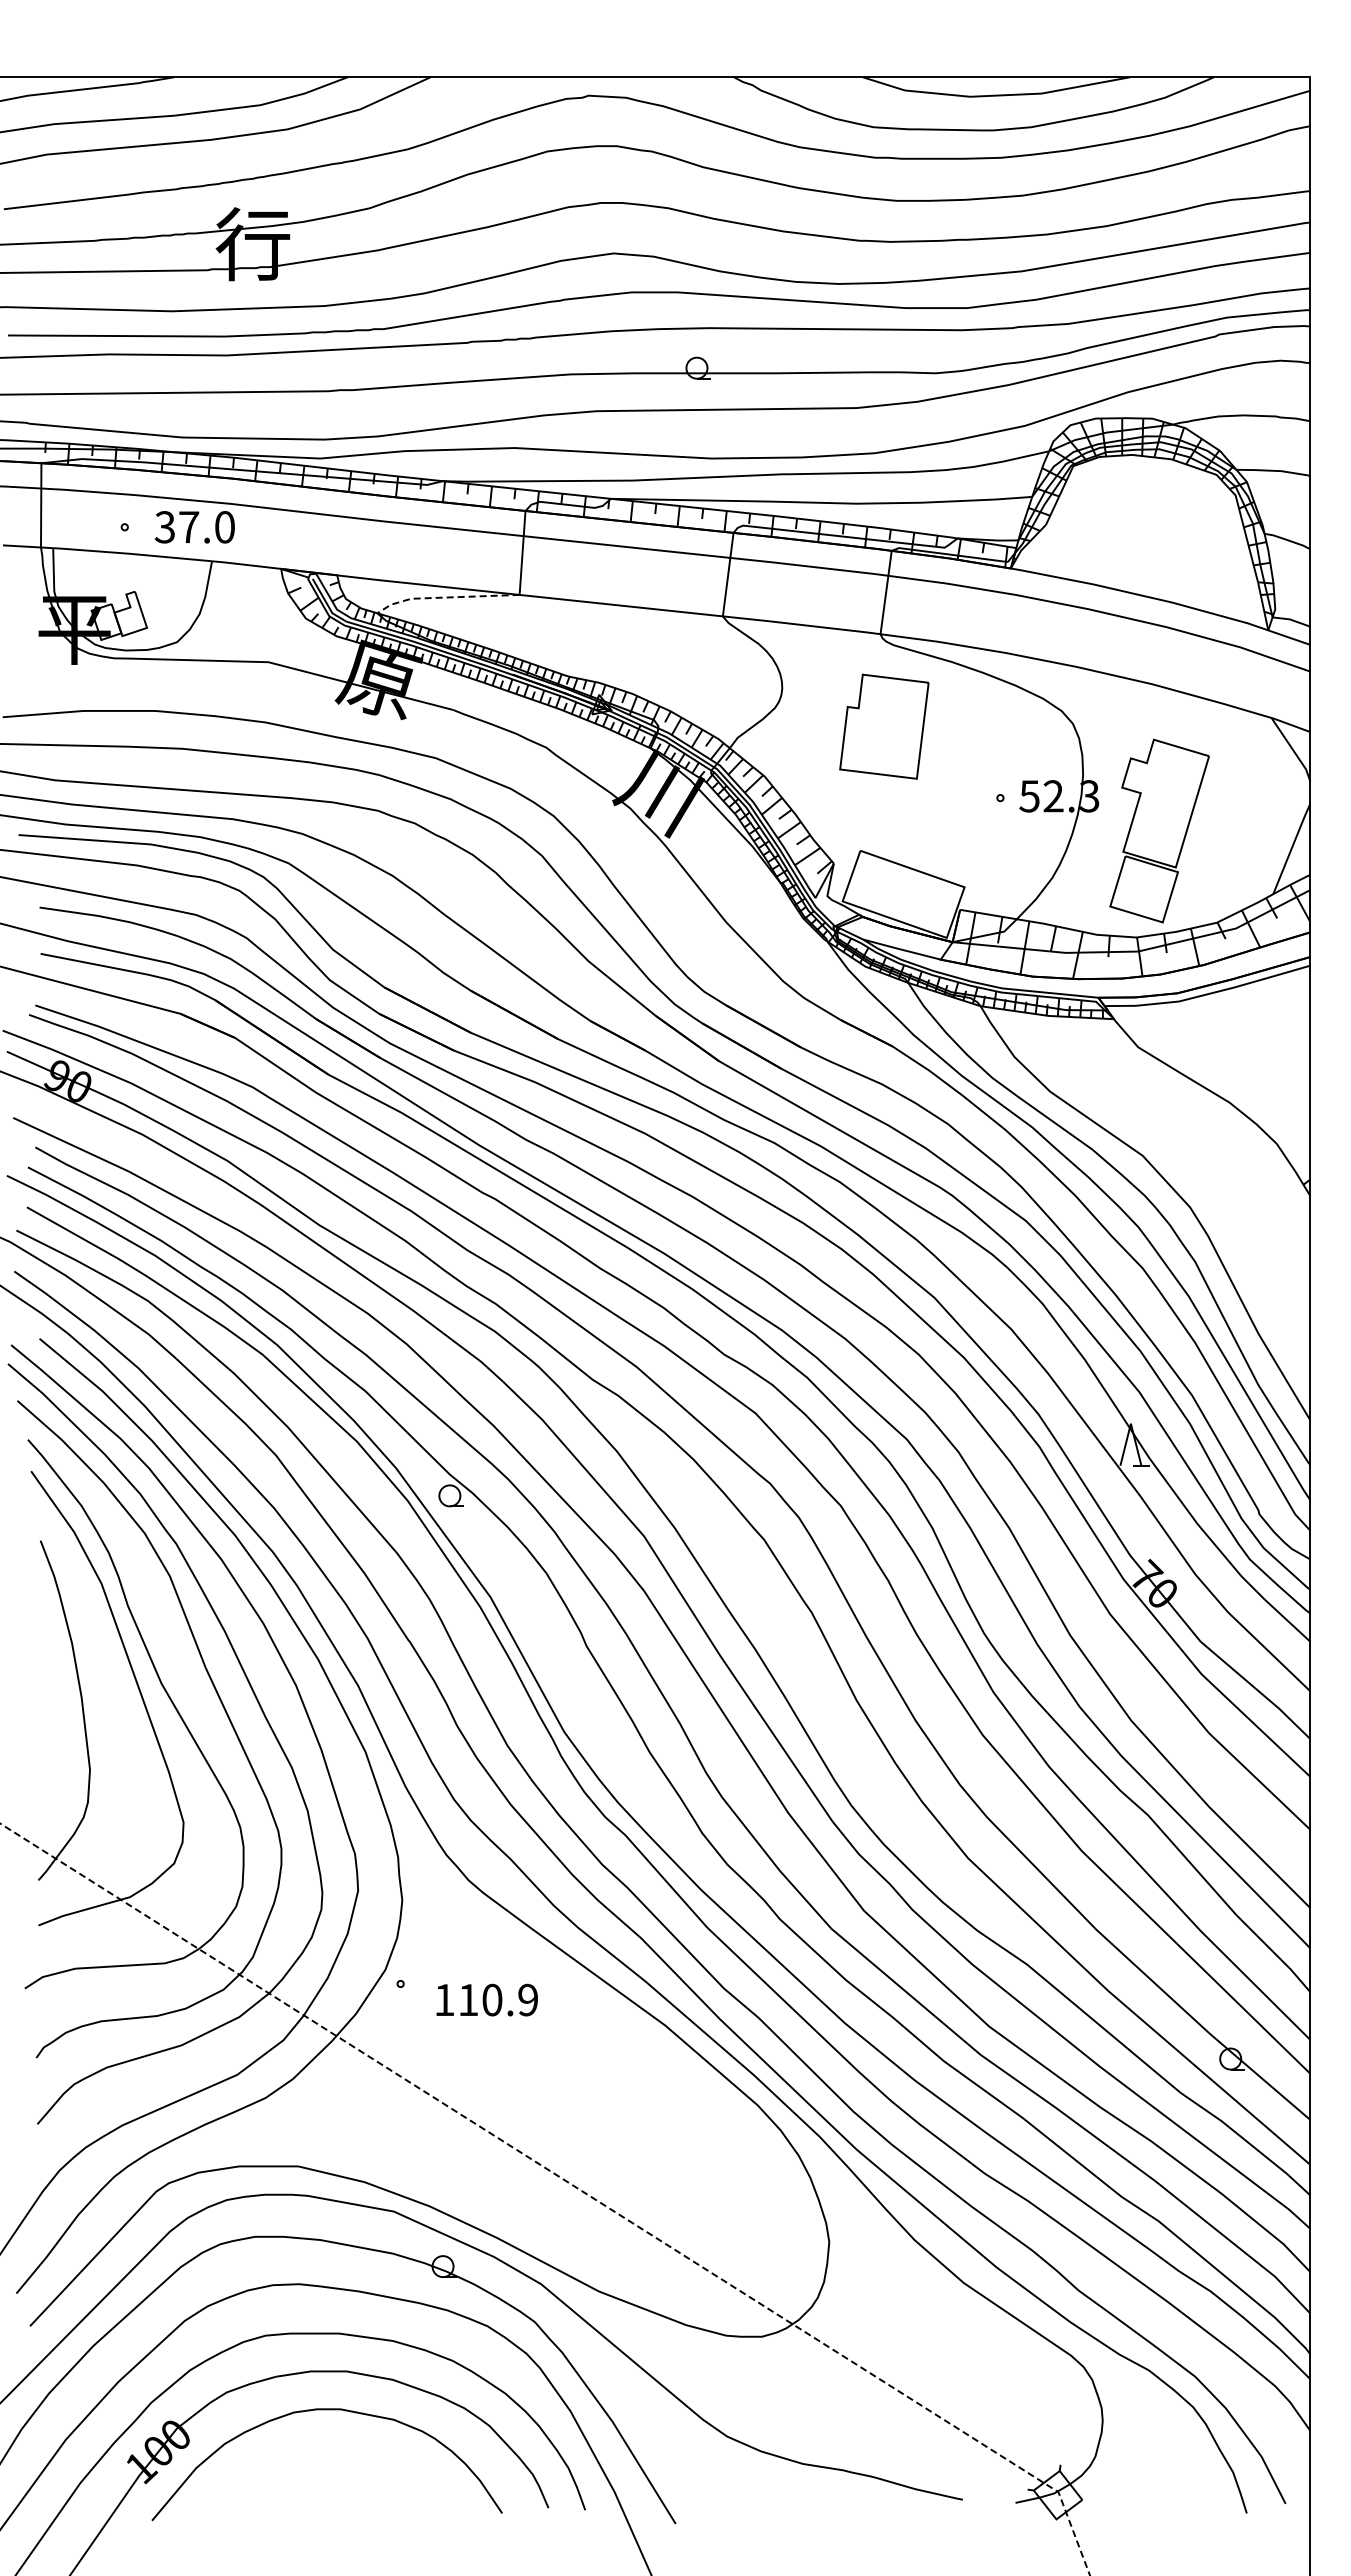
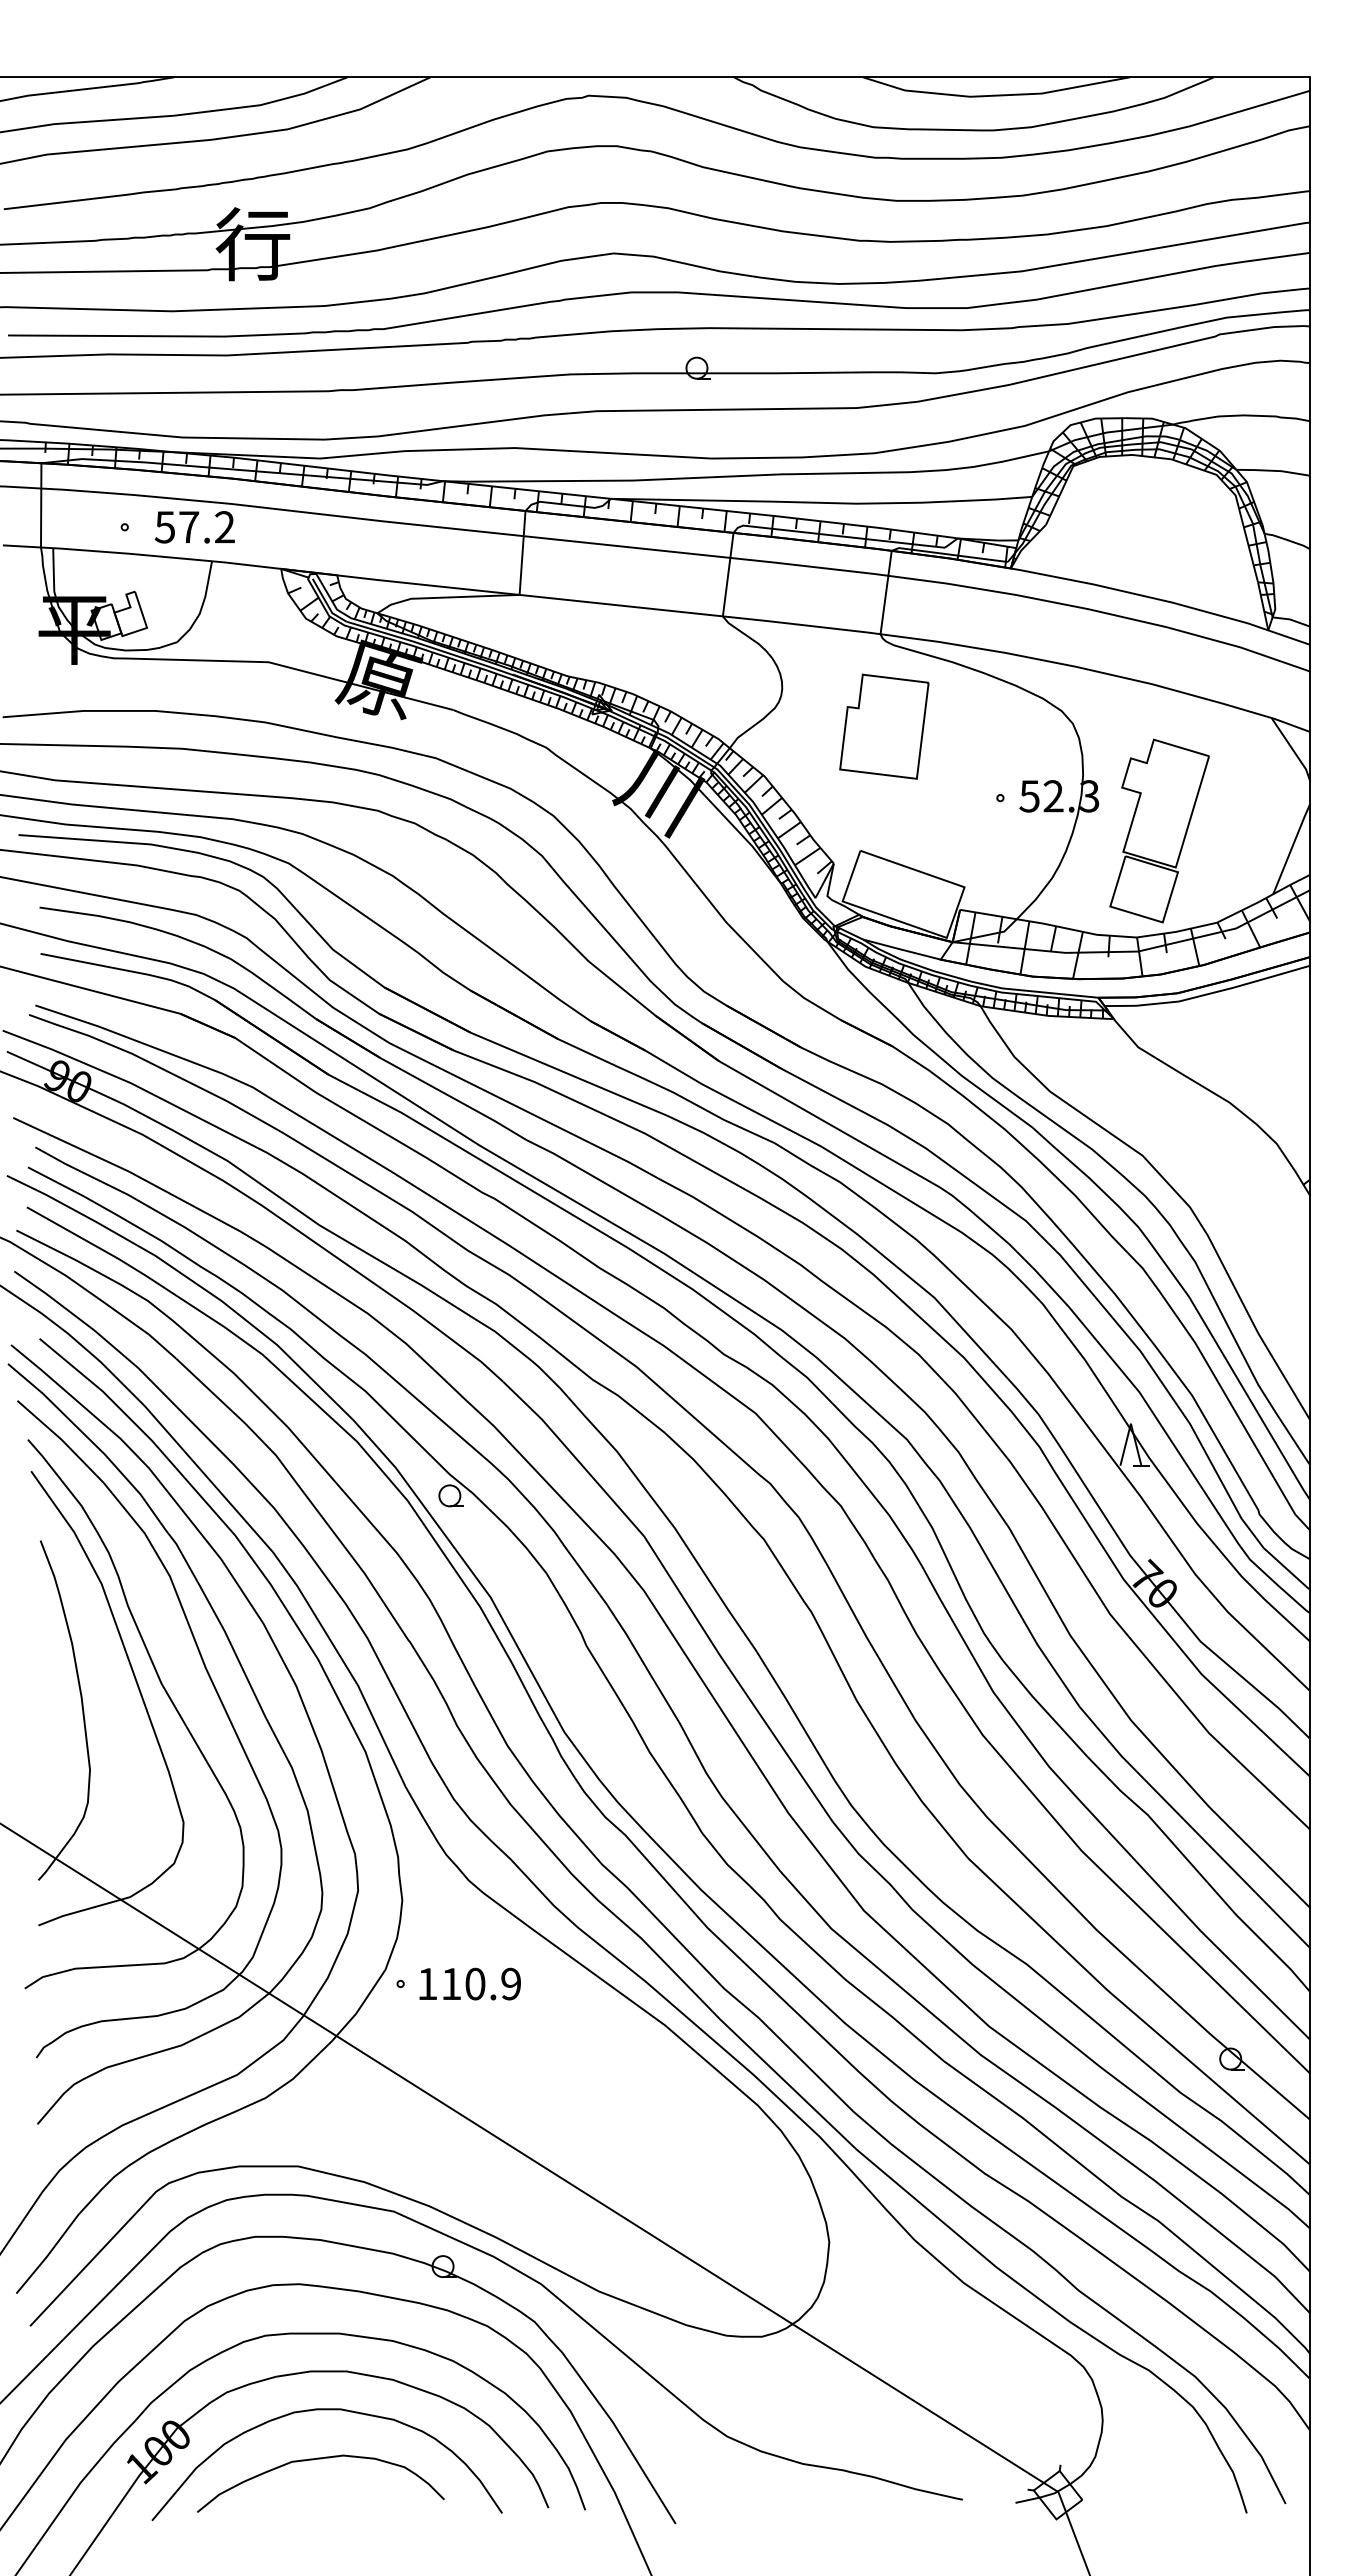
text at (194, 527): 37.0 -> 57.2
line at (445, 597): dashed -> solid
text at (486, 1999) position: (486, 1999) -> (469, 1983)
line at (567, 2181): dashed -> solid
curve at (320, 2459): none -> present
